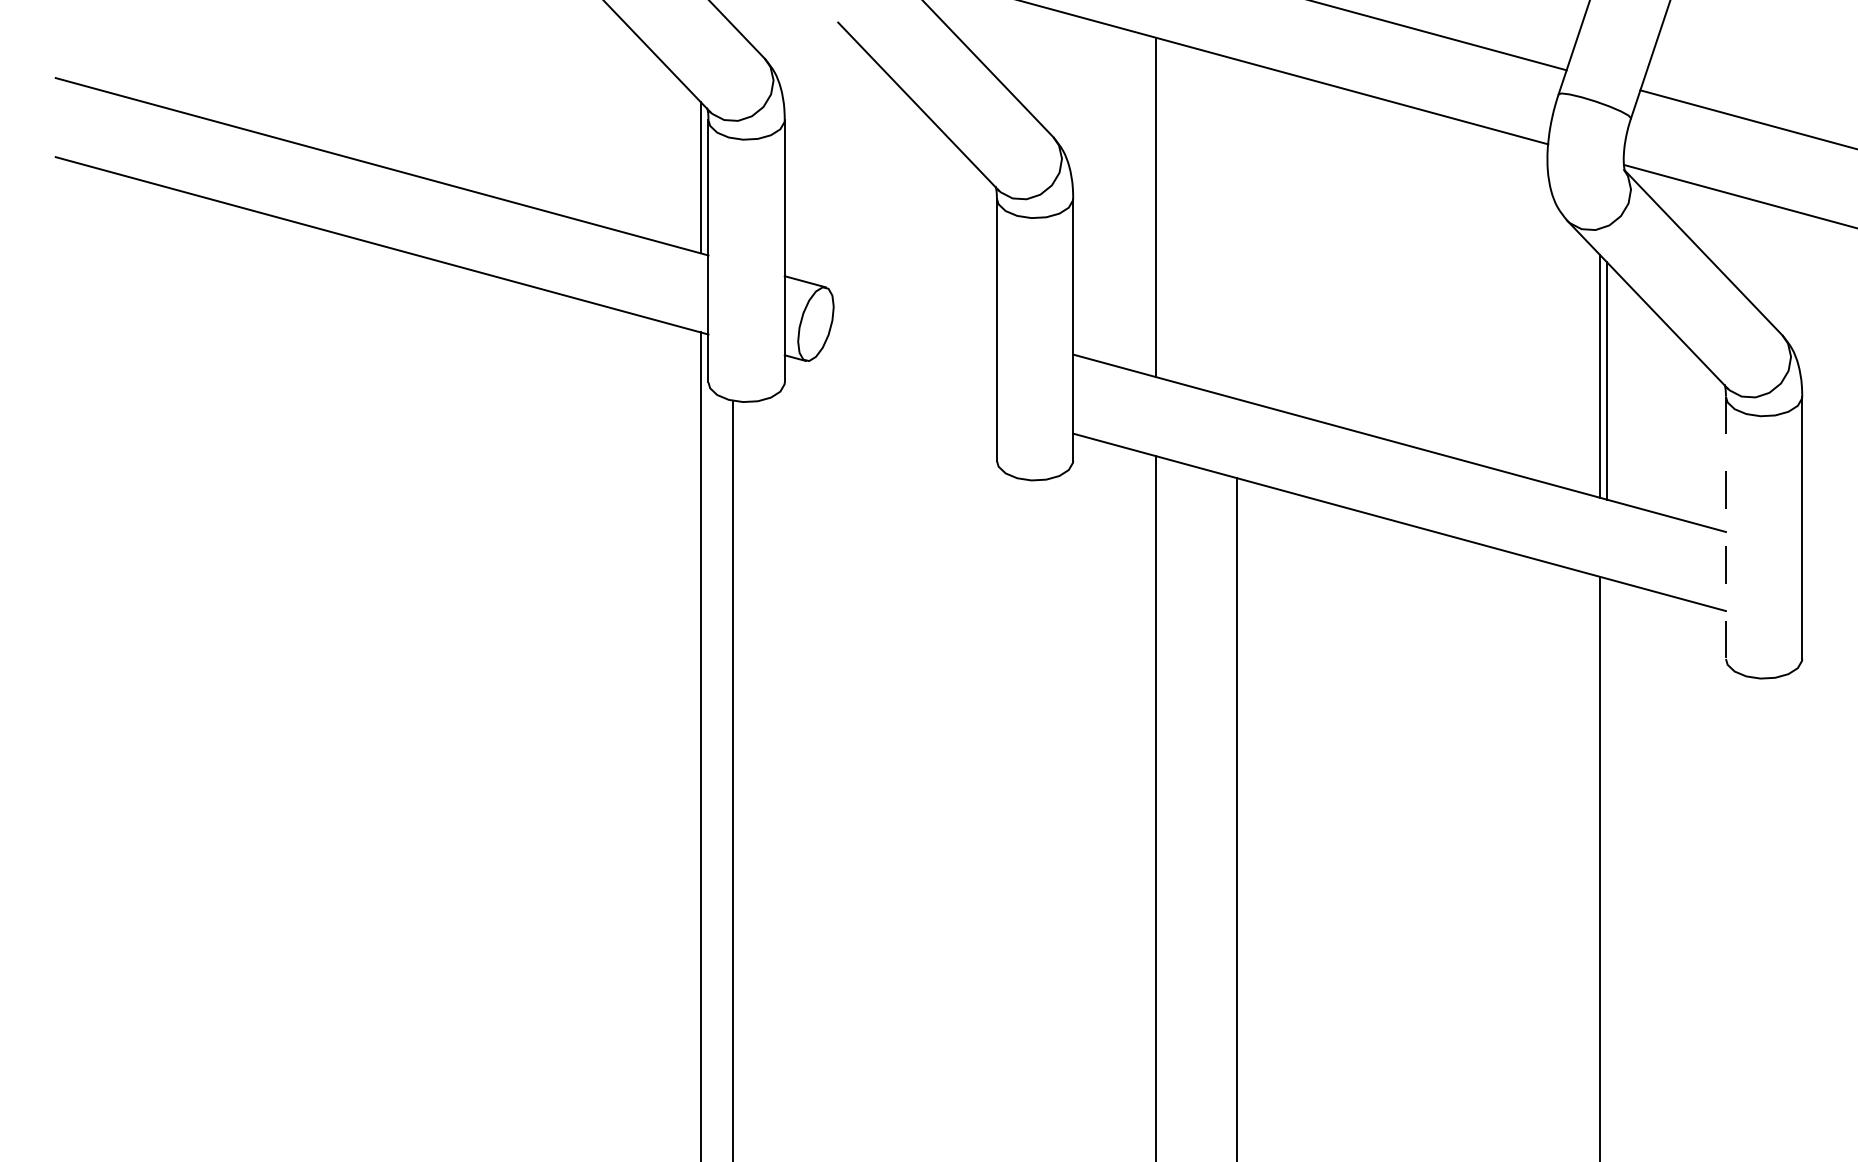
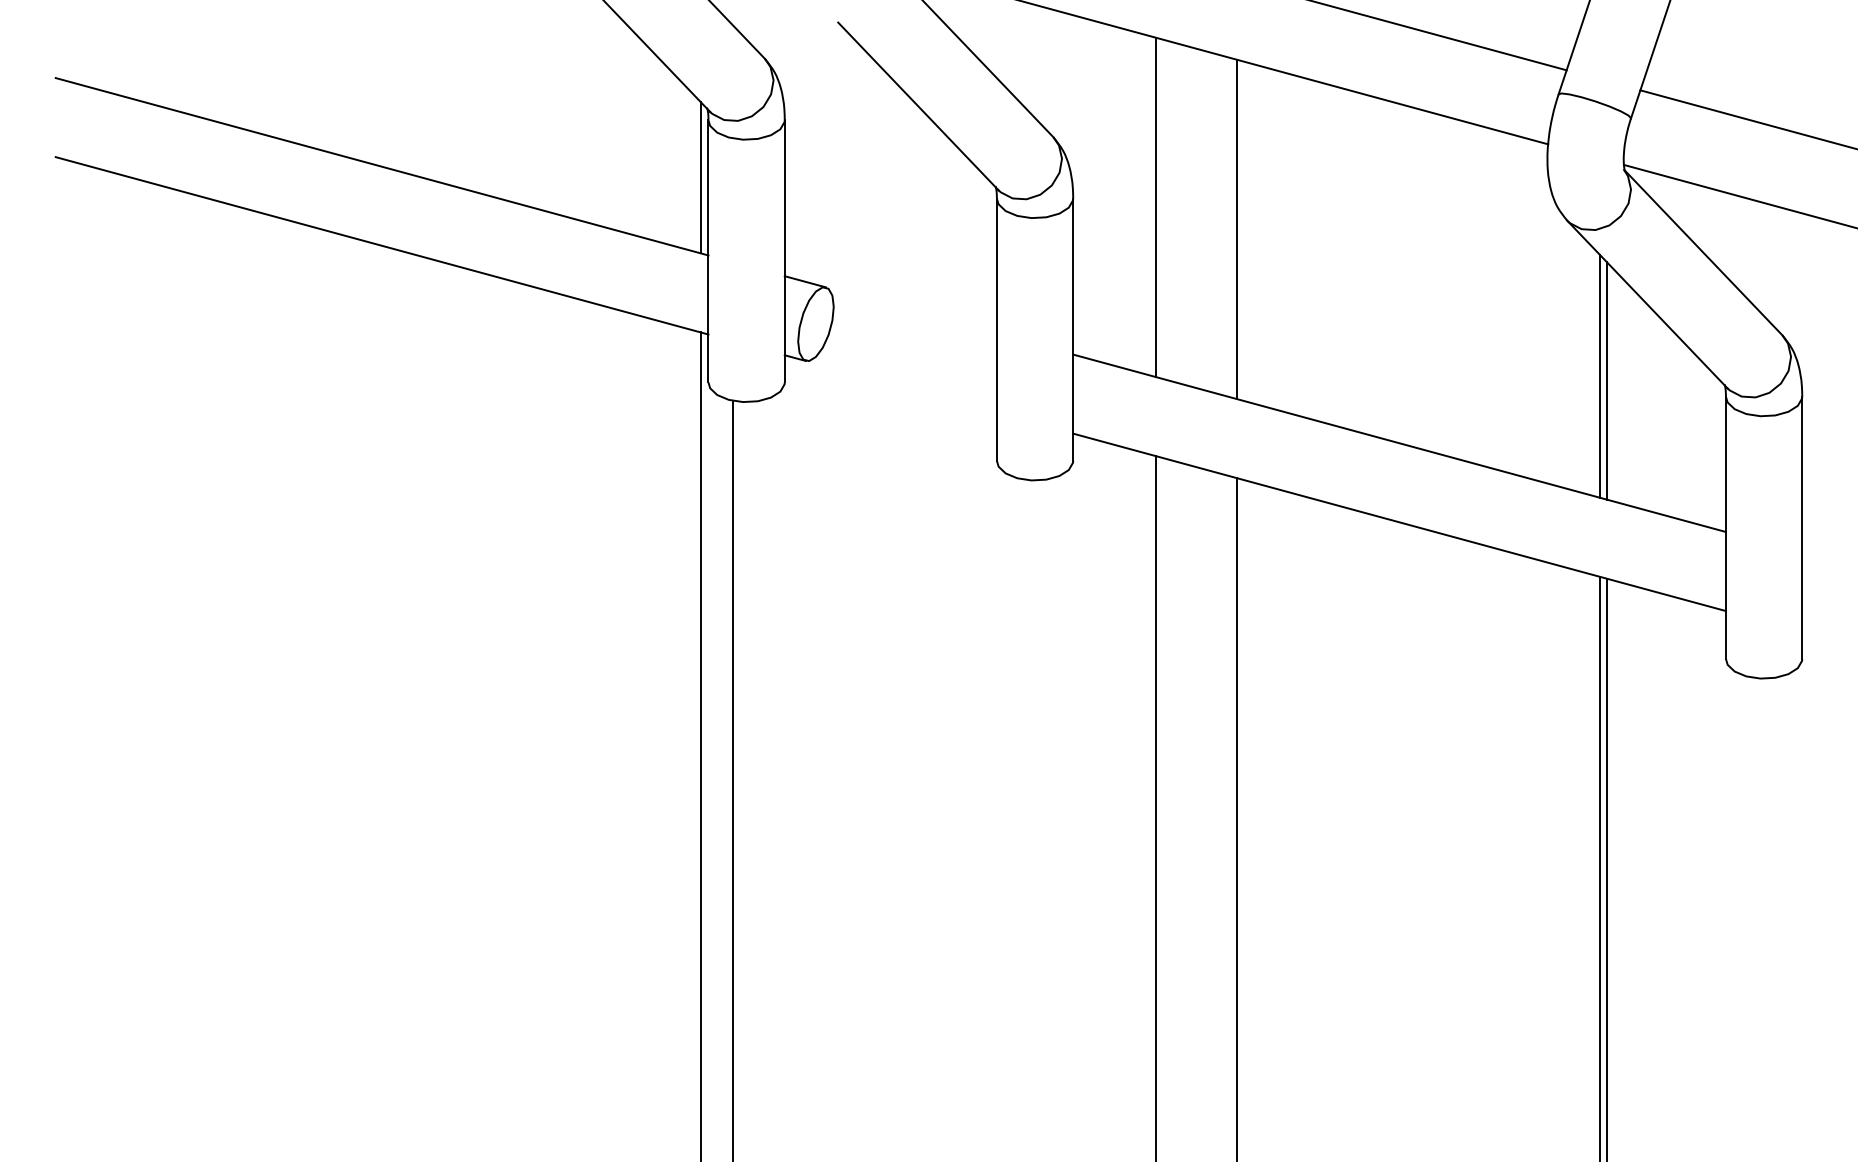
line at (1236, 229): none -> present
line at (1725, 528): dashed -> solid
line at (1606, 868): none -> present
